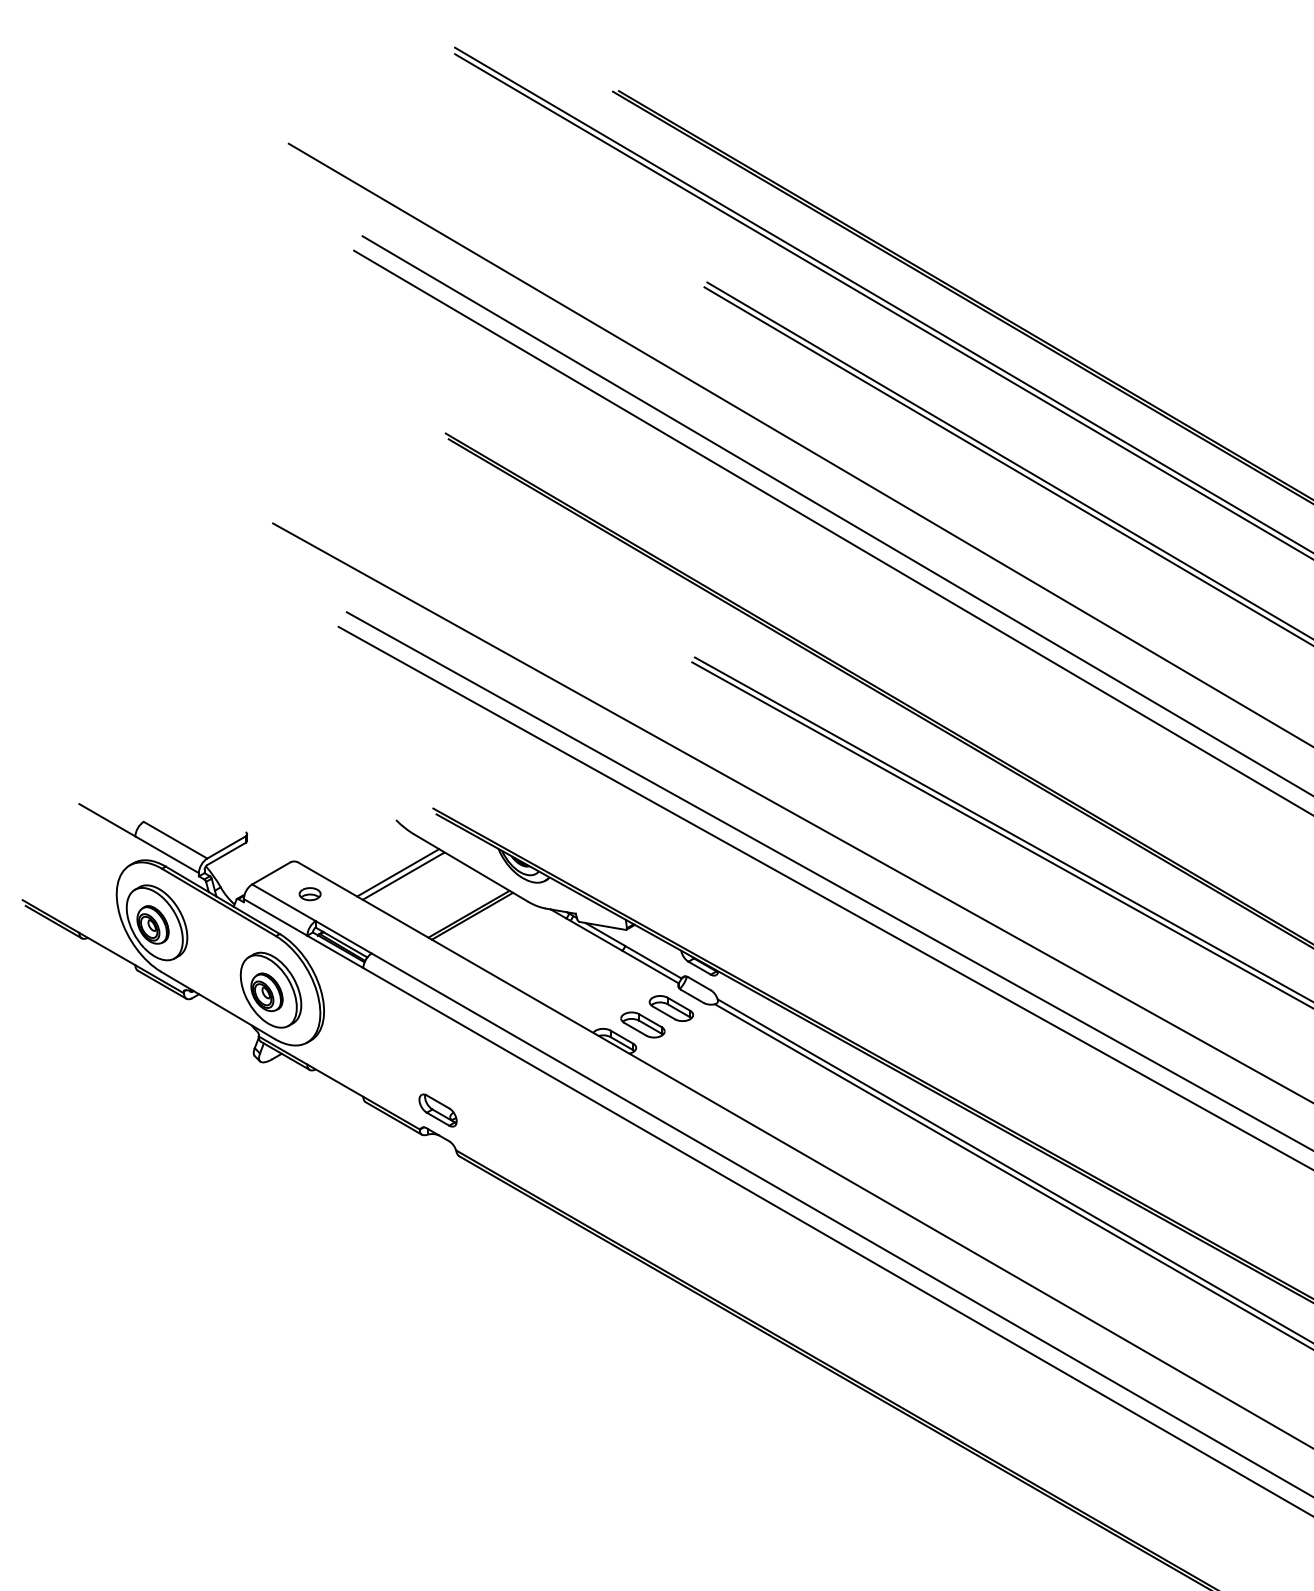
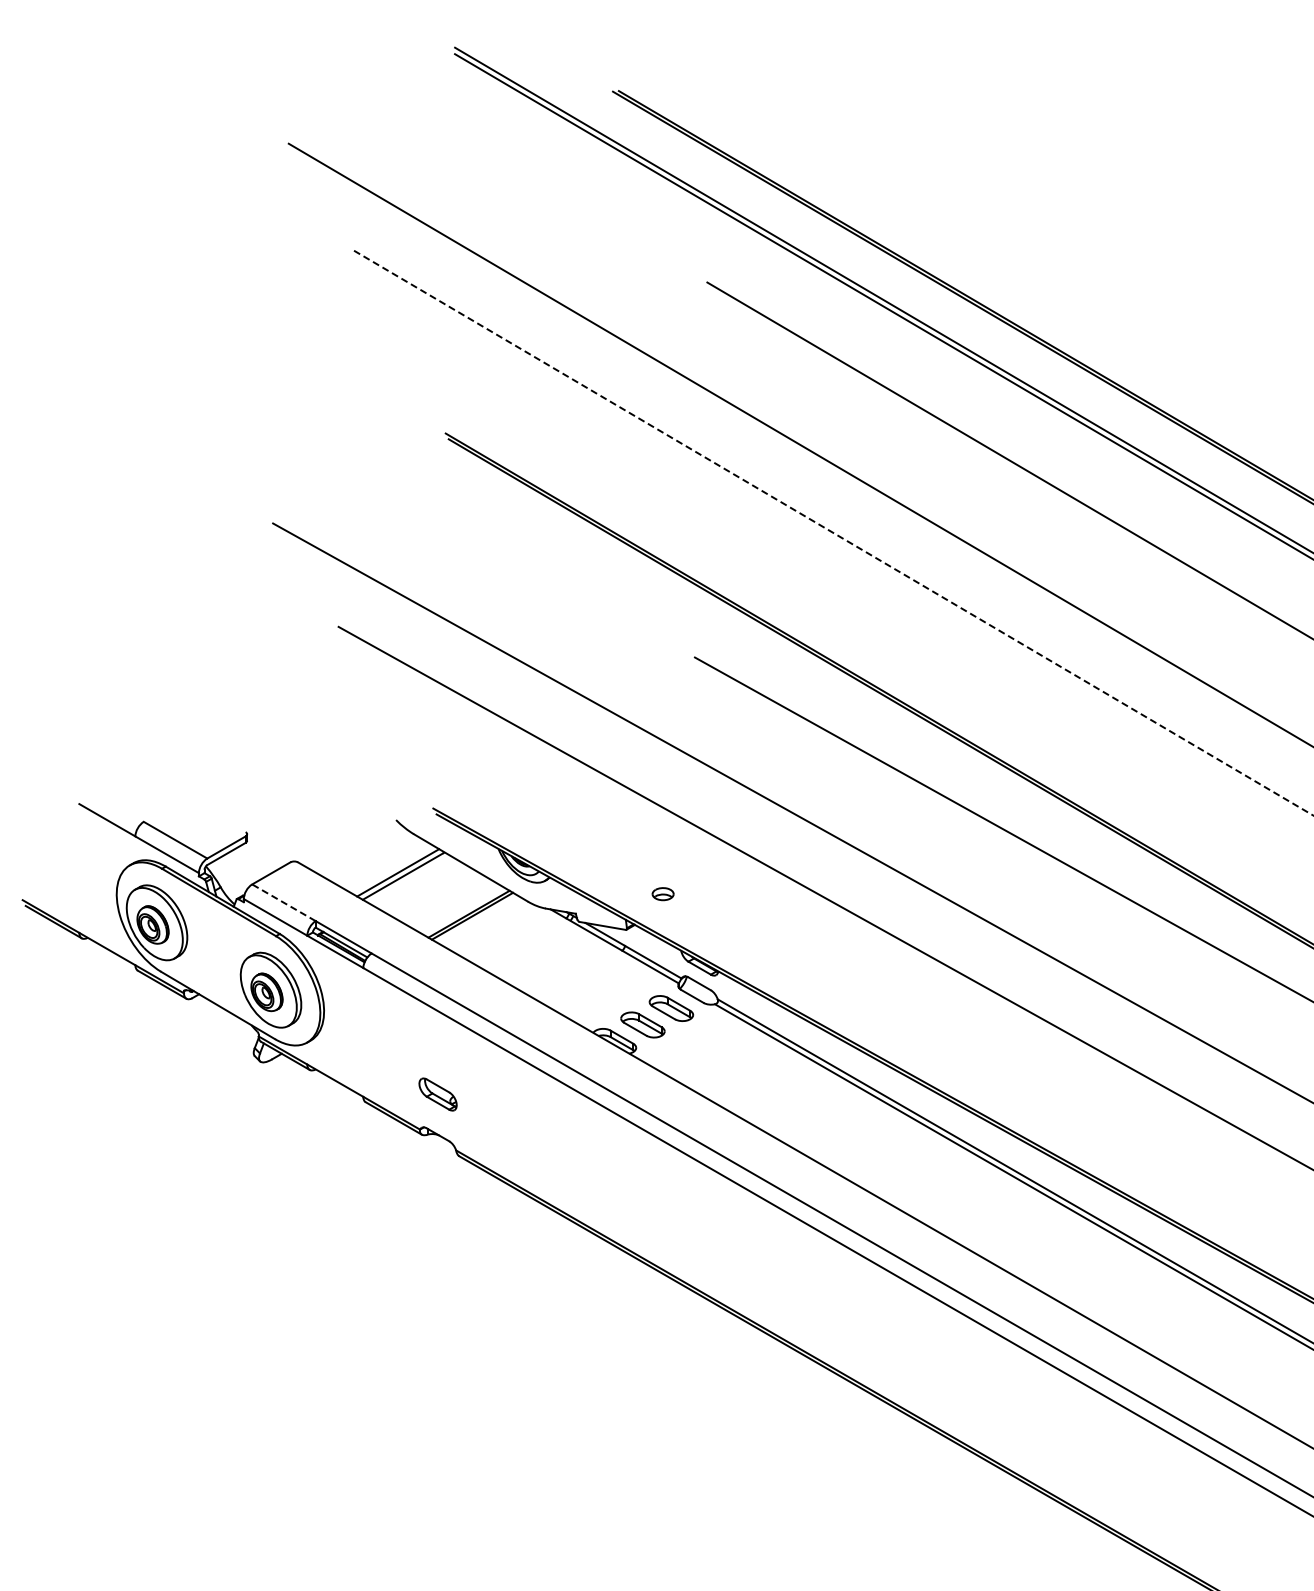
line at (1007, 465): present -> none
line at (836, 515): present -> none
line at (834, 533): solid -> dashed
line at (1001, 834): present -> none
line at (828, 880): present -> none
part at (309, 894) position: (309, 894) -> (662, 894)
line at (283, 902): solid -> dashed
part at (437, 1110) position: (437, 1110) -> (437, 1094)
